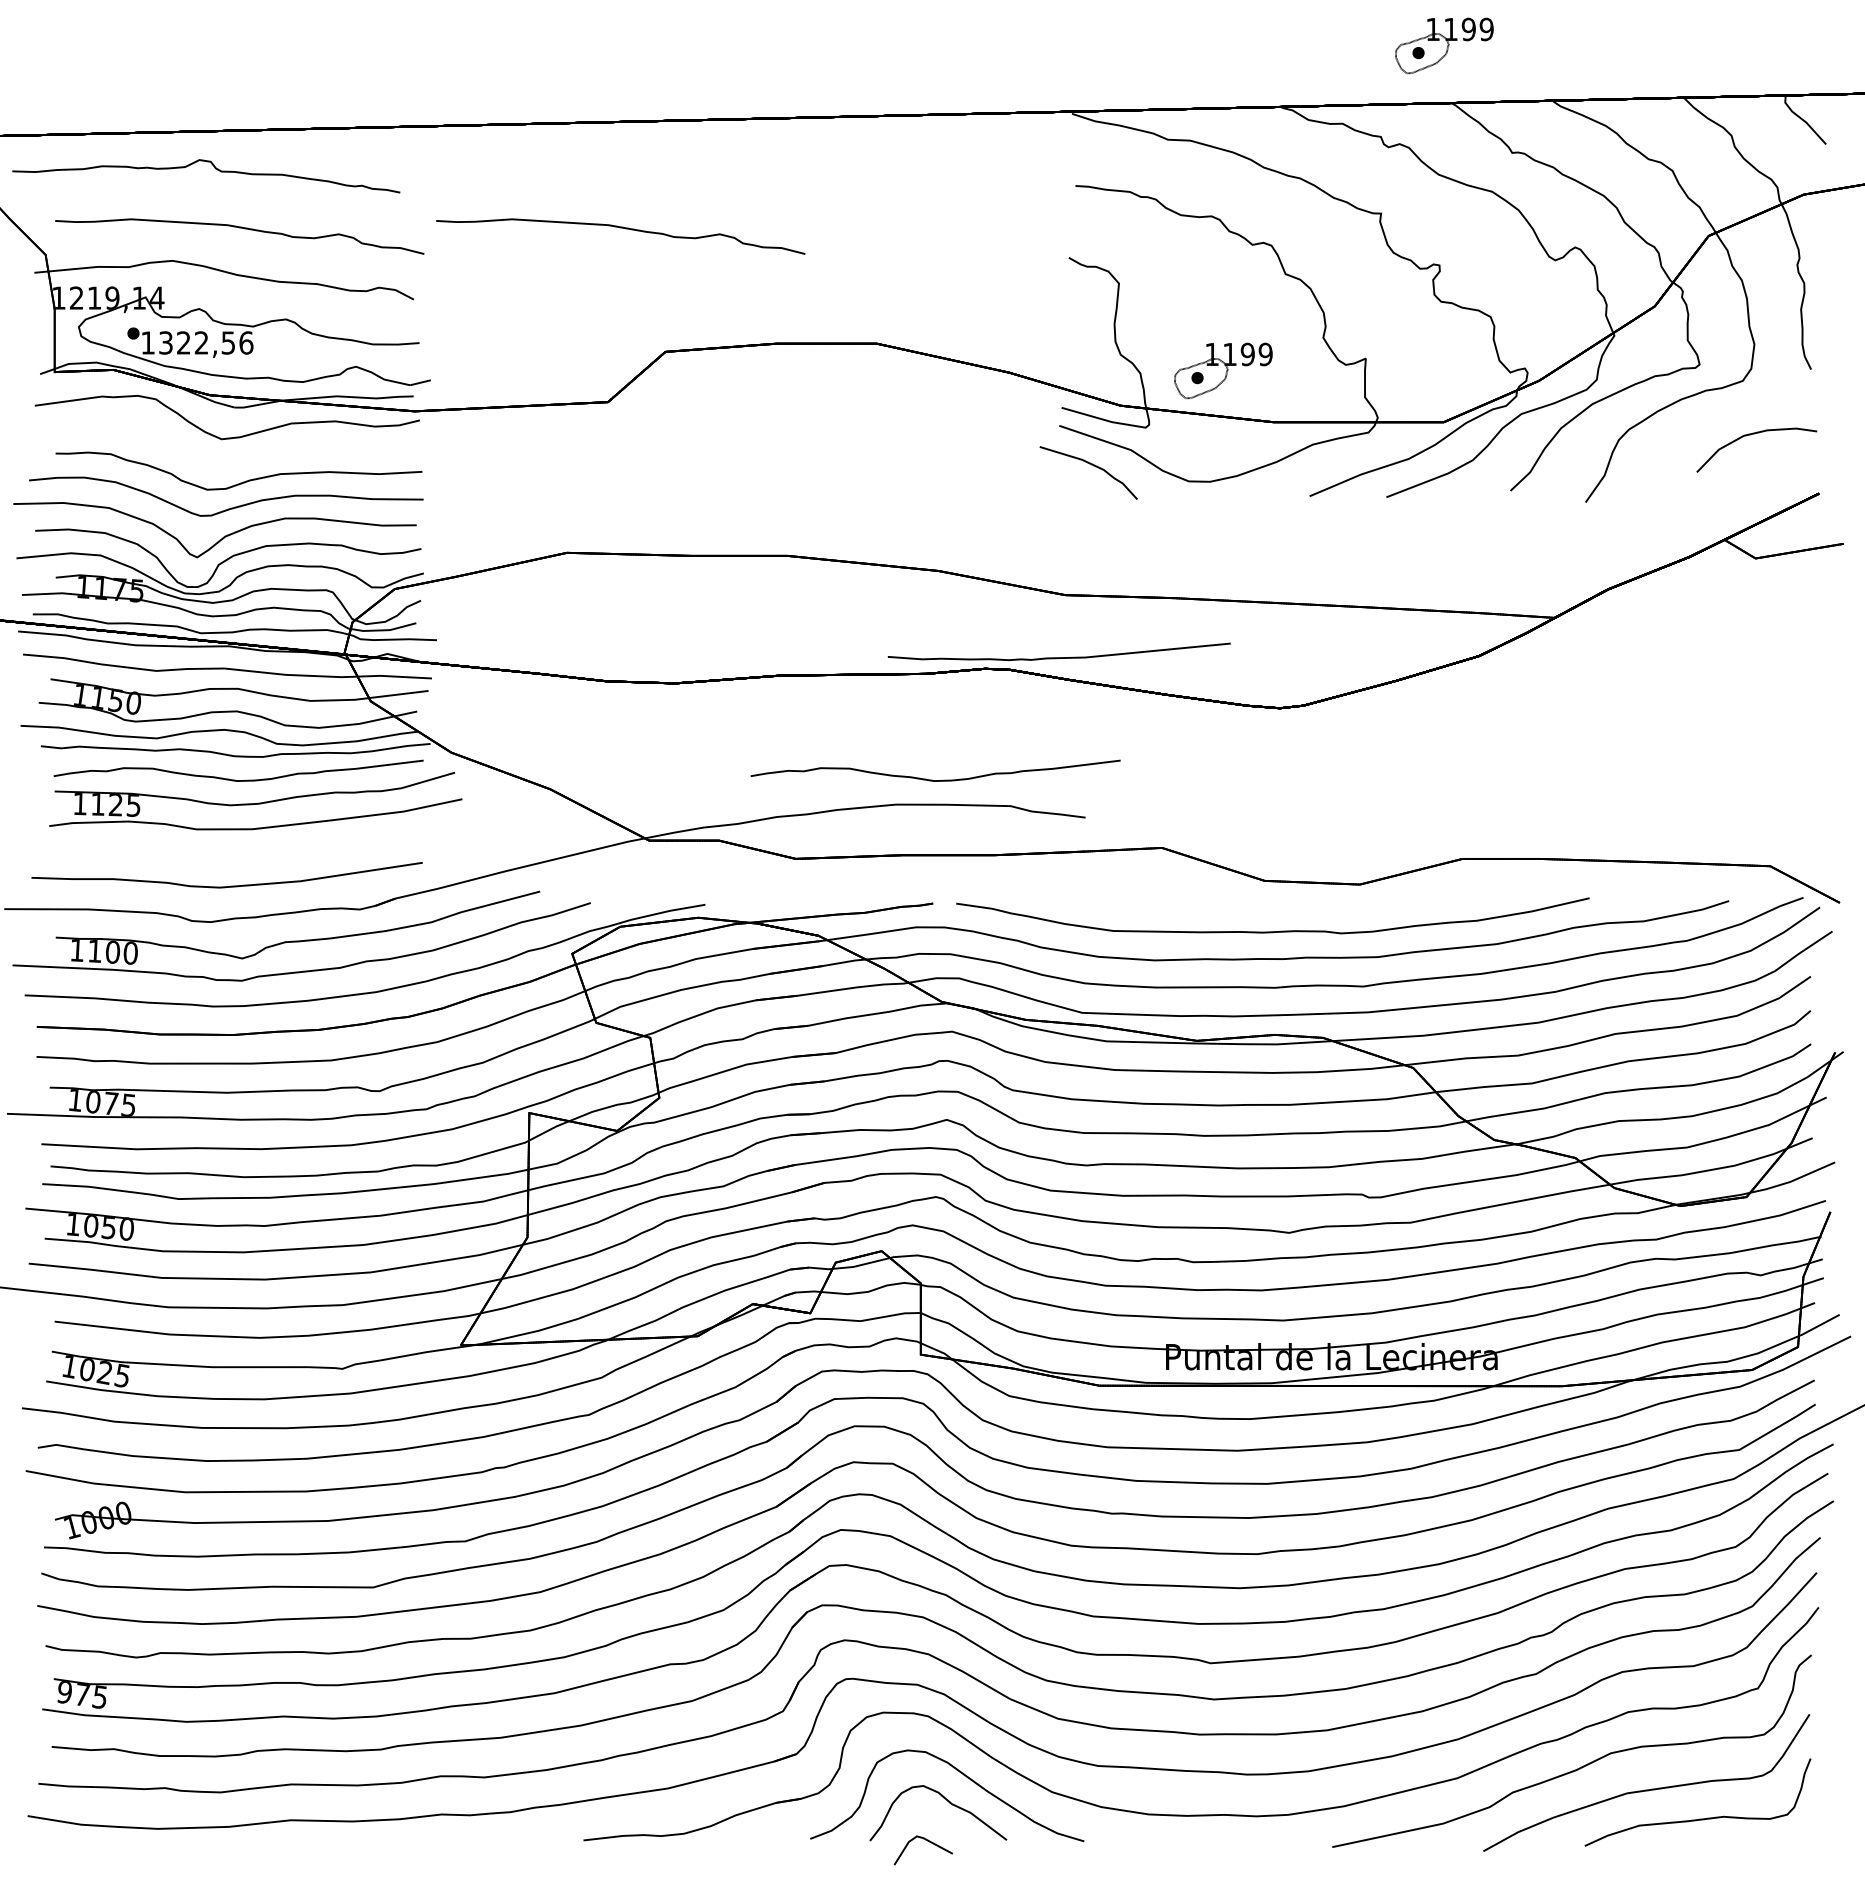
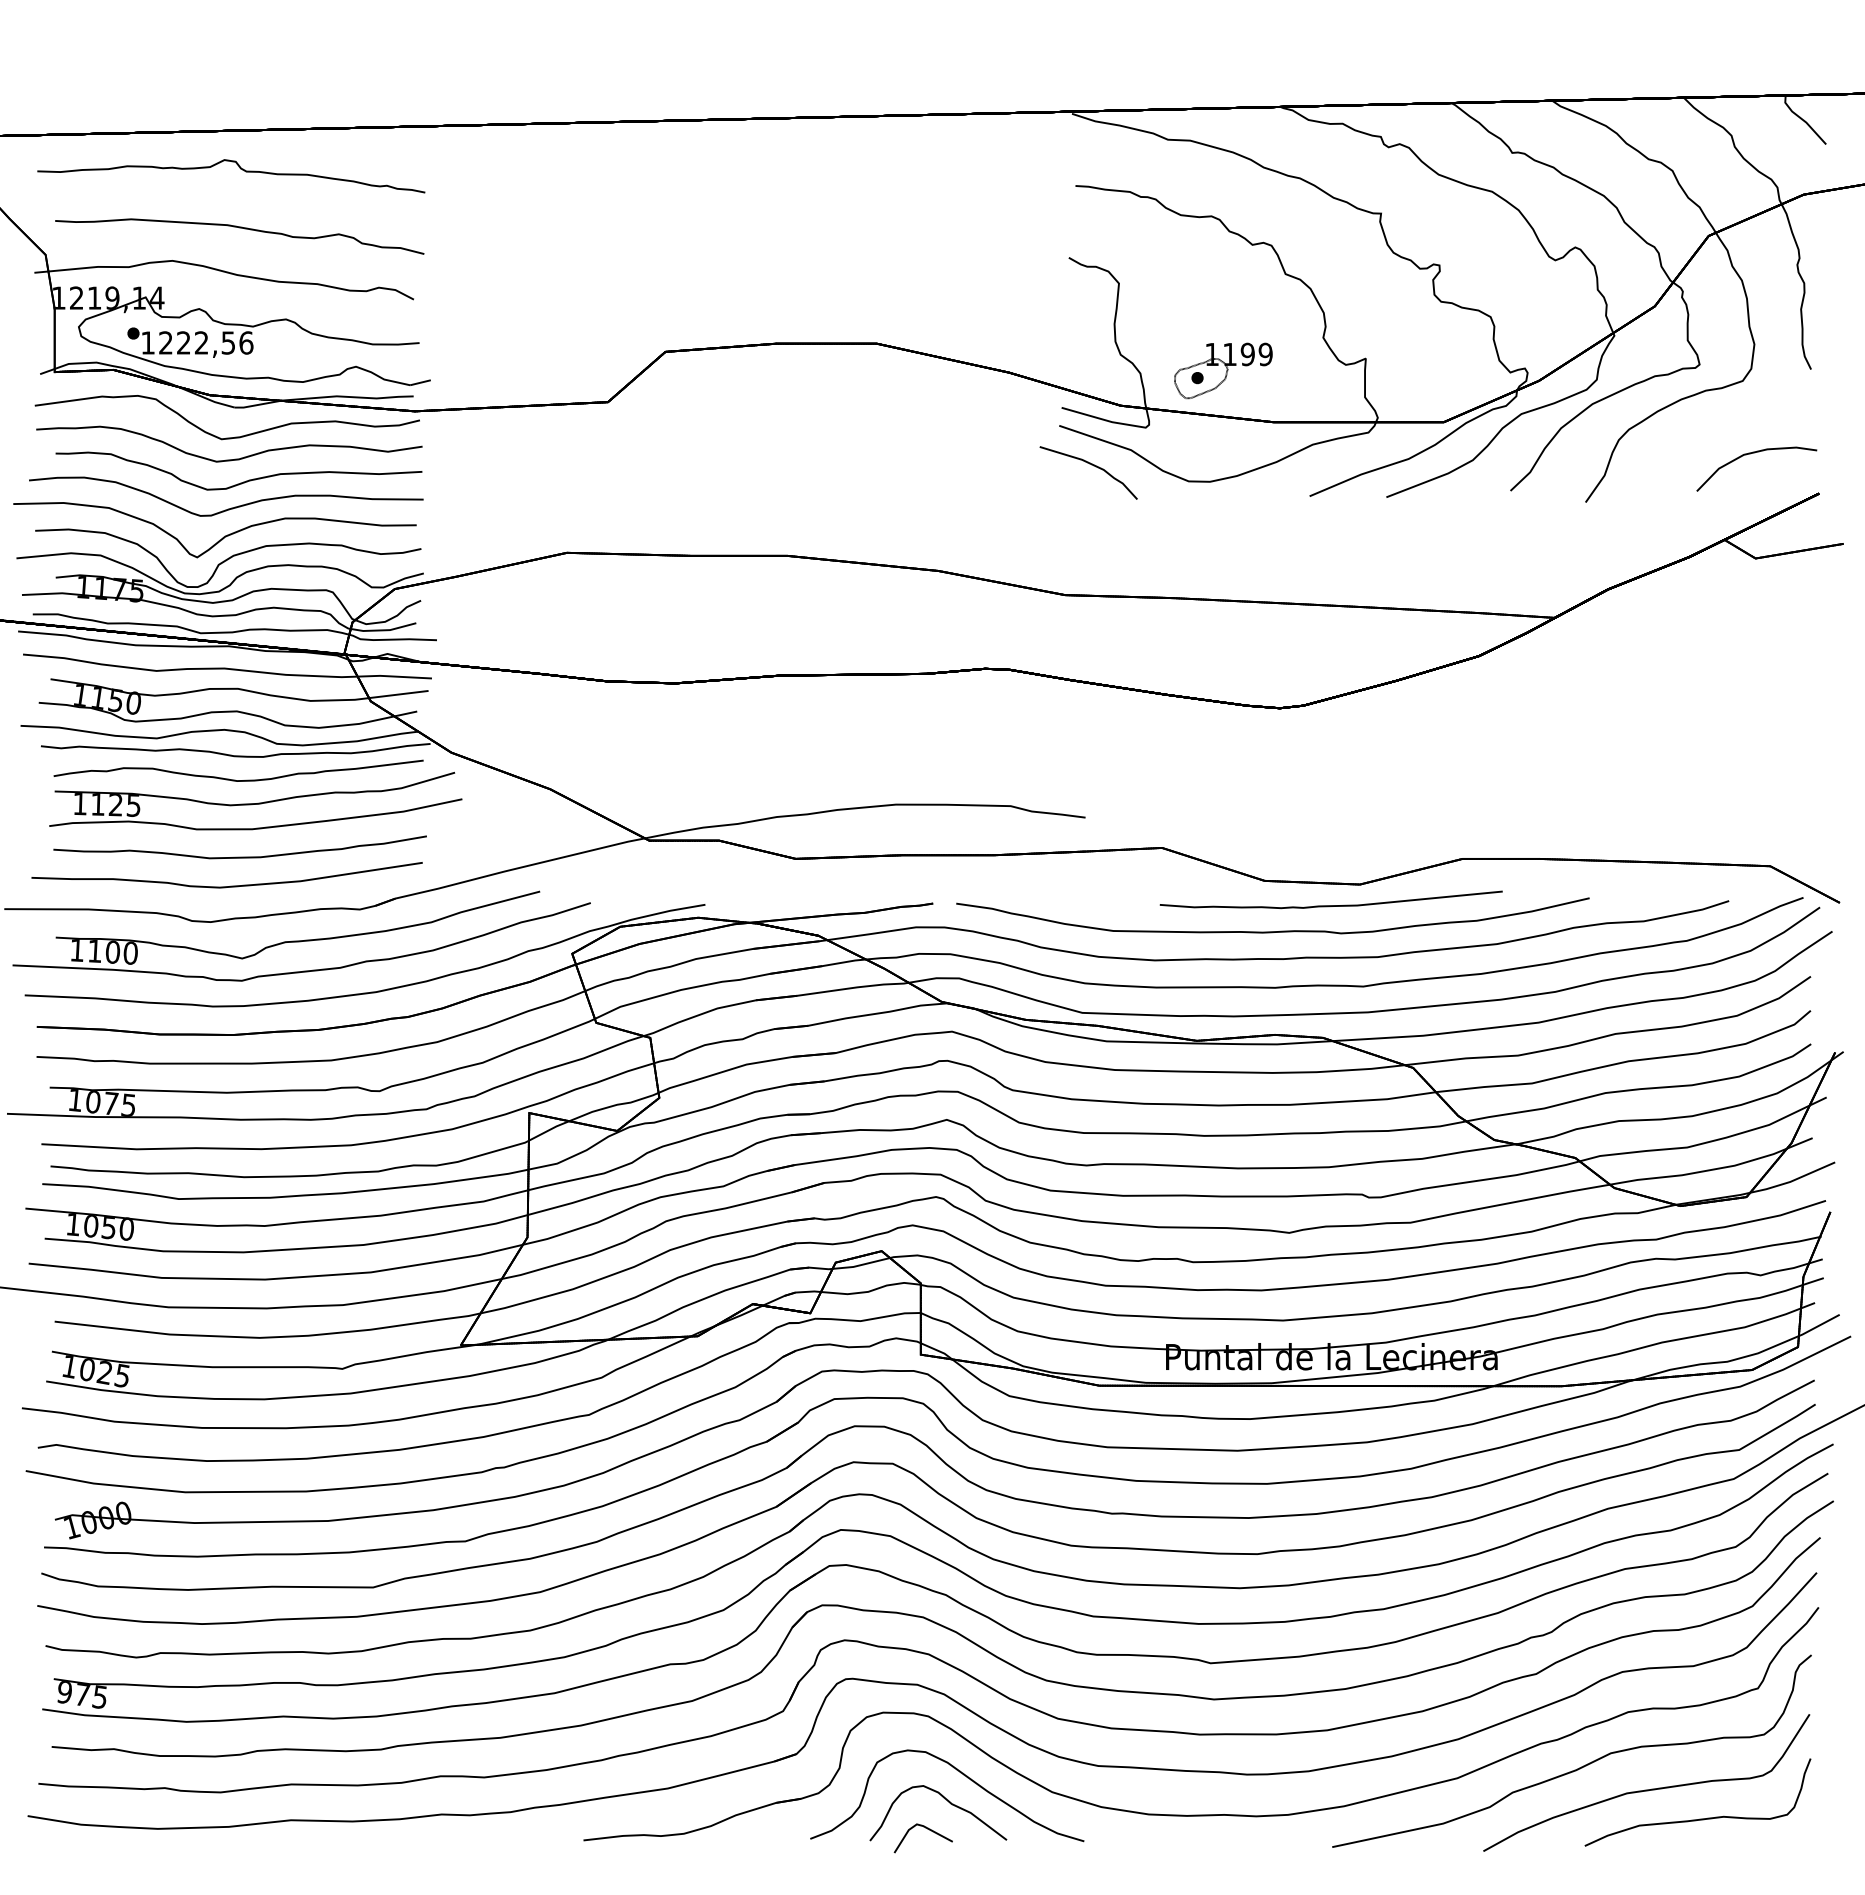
part at (1444, 45): present -> none
curve at (214, 168) position: (214, 168) -> (239, 168)
curve at (620, 228): present -> none
text at (165, 342): 1322,56 -> 1222,56
curve at (1754, 434) position: (1754, 434) -> (1754, 453)
curve at (229, 459): none -> present
curve at (1058, 657) position: (1058, 657) -> (1330, 905)
part at (932, 779): present -> none
part at (239, 856): none -> present
line at (927, 1841) position: (927, 1841) -> (927, 1829)
